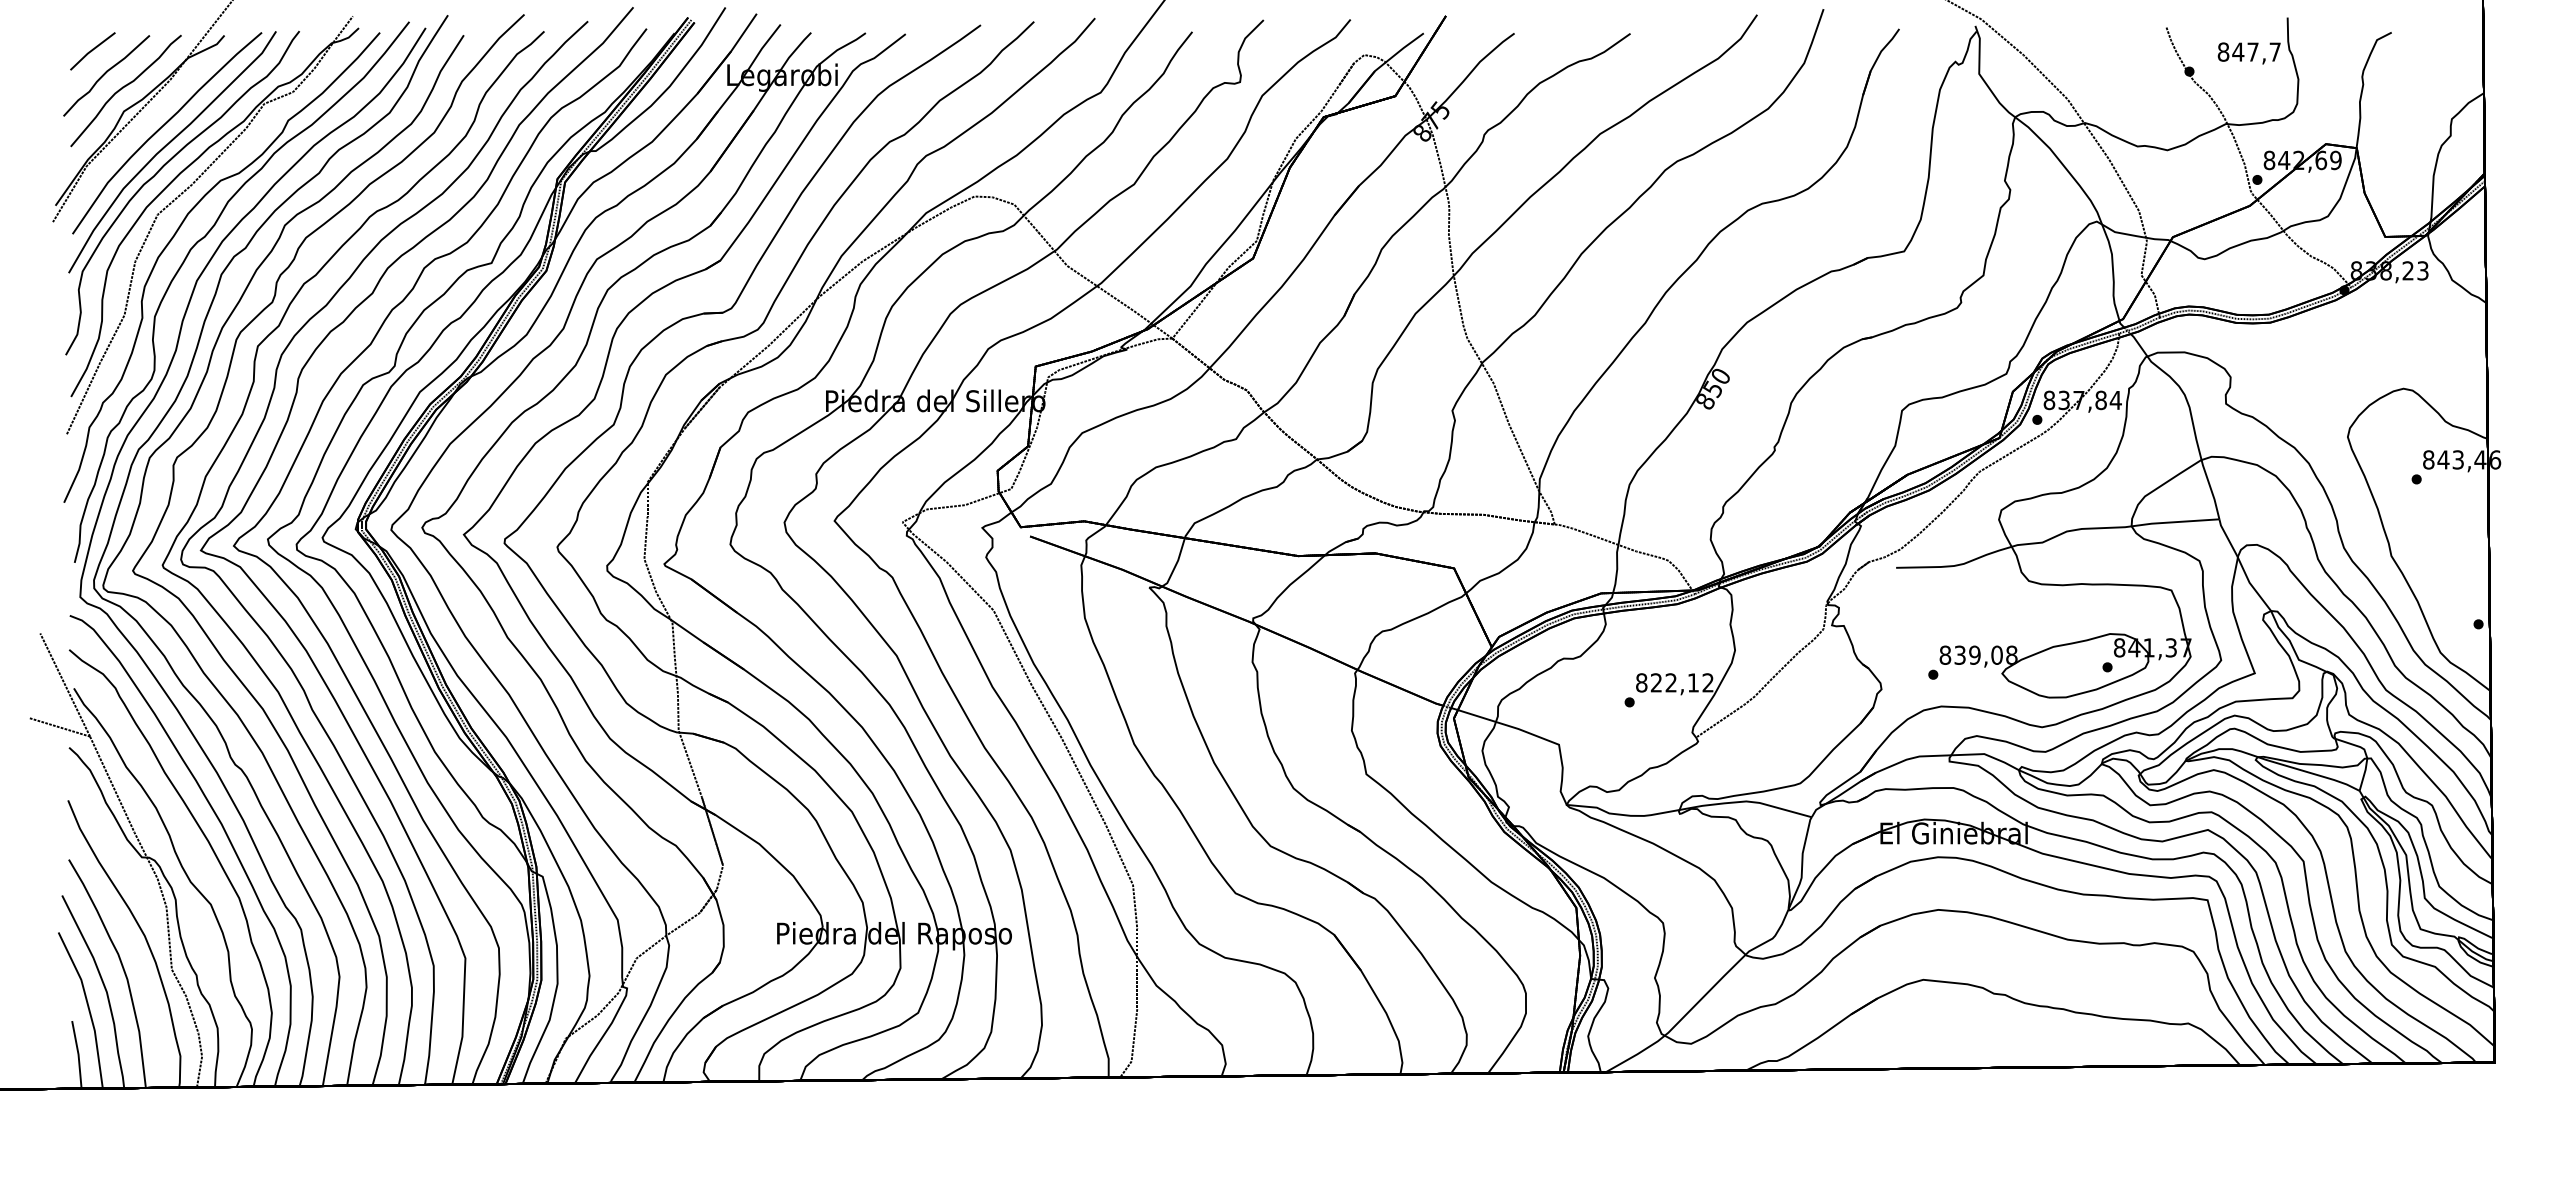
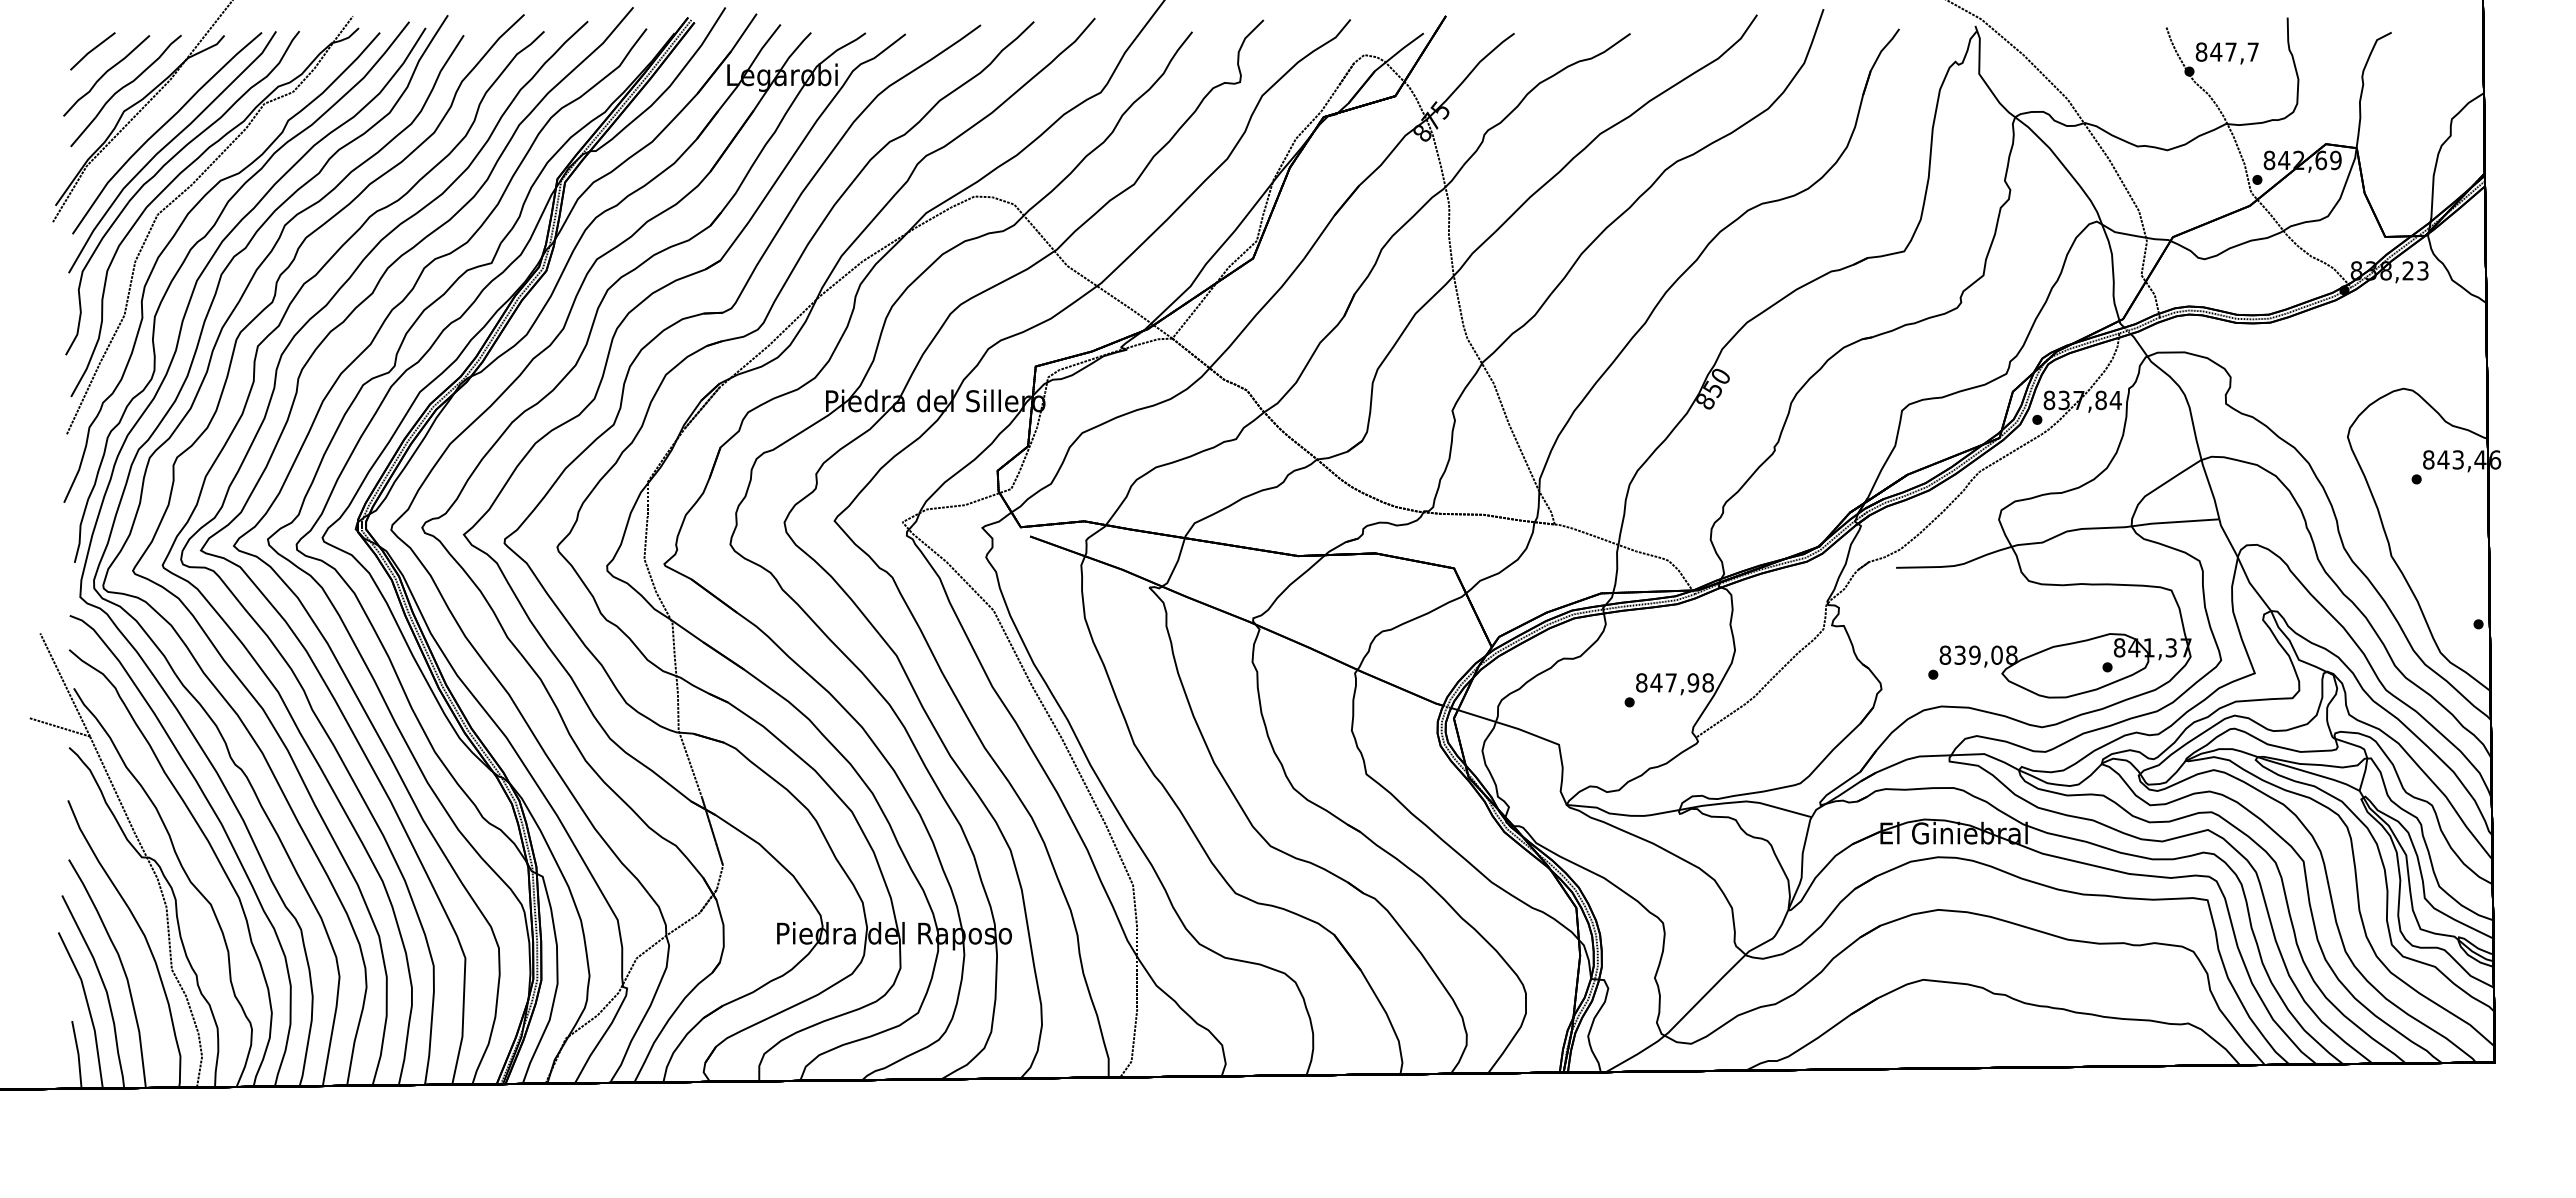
text at (2248, 53) position: (2248, 53) -> (2226, 53)
text at (1681, 682): 822,12 -> 847,98
